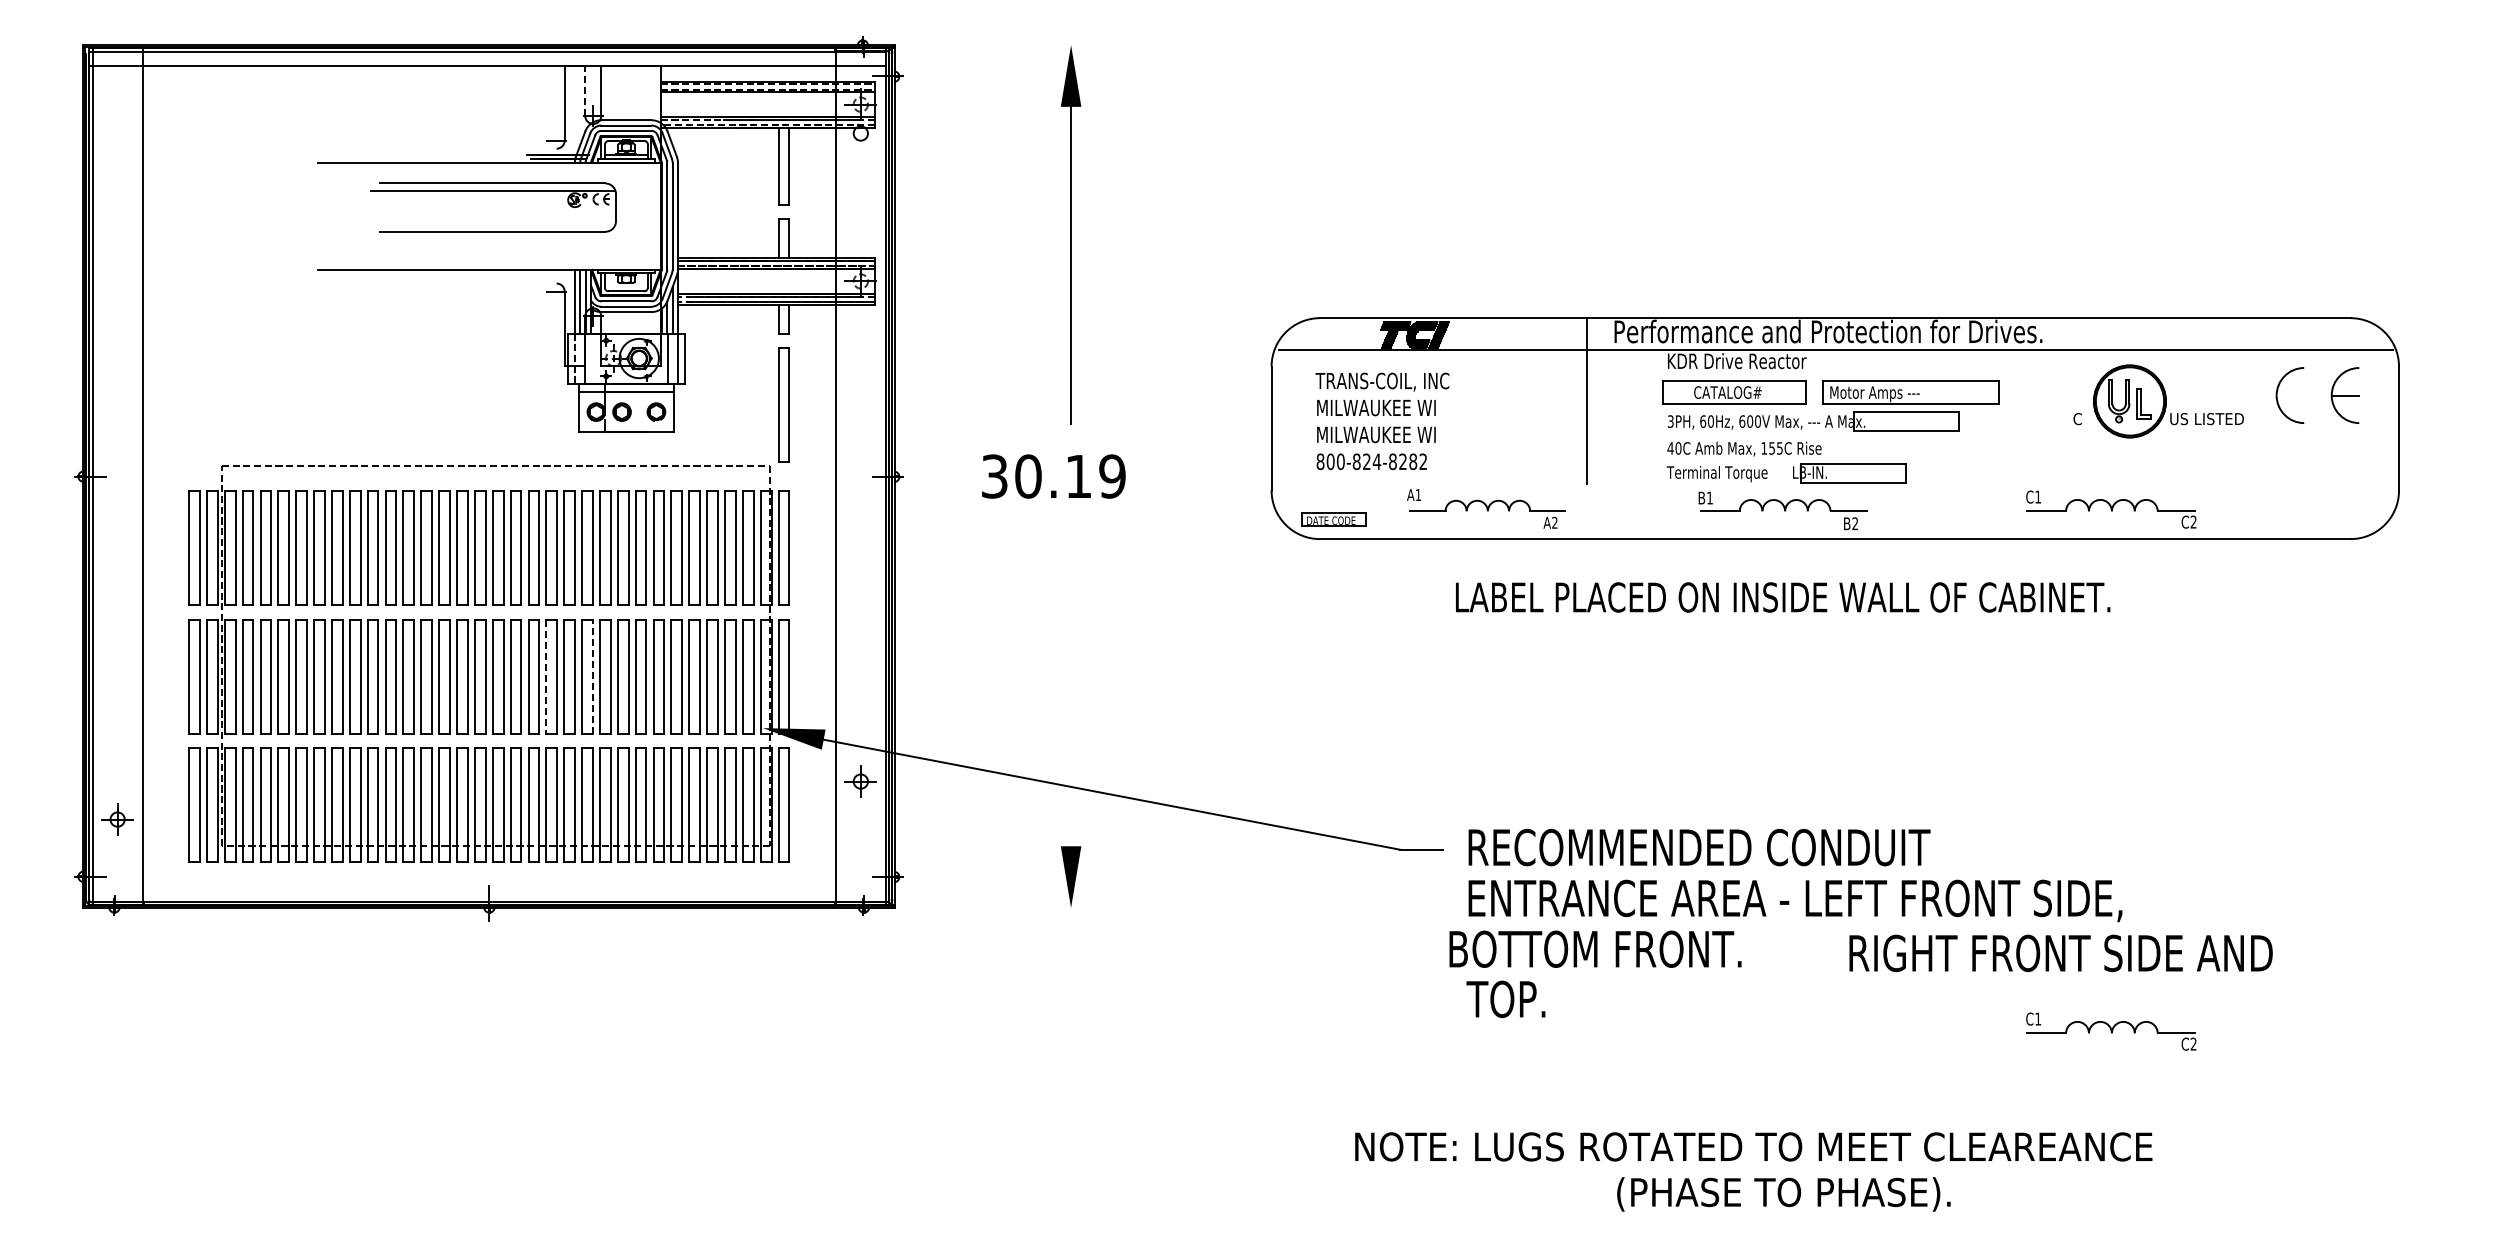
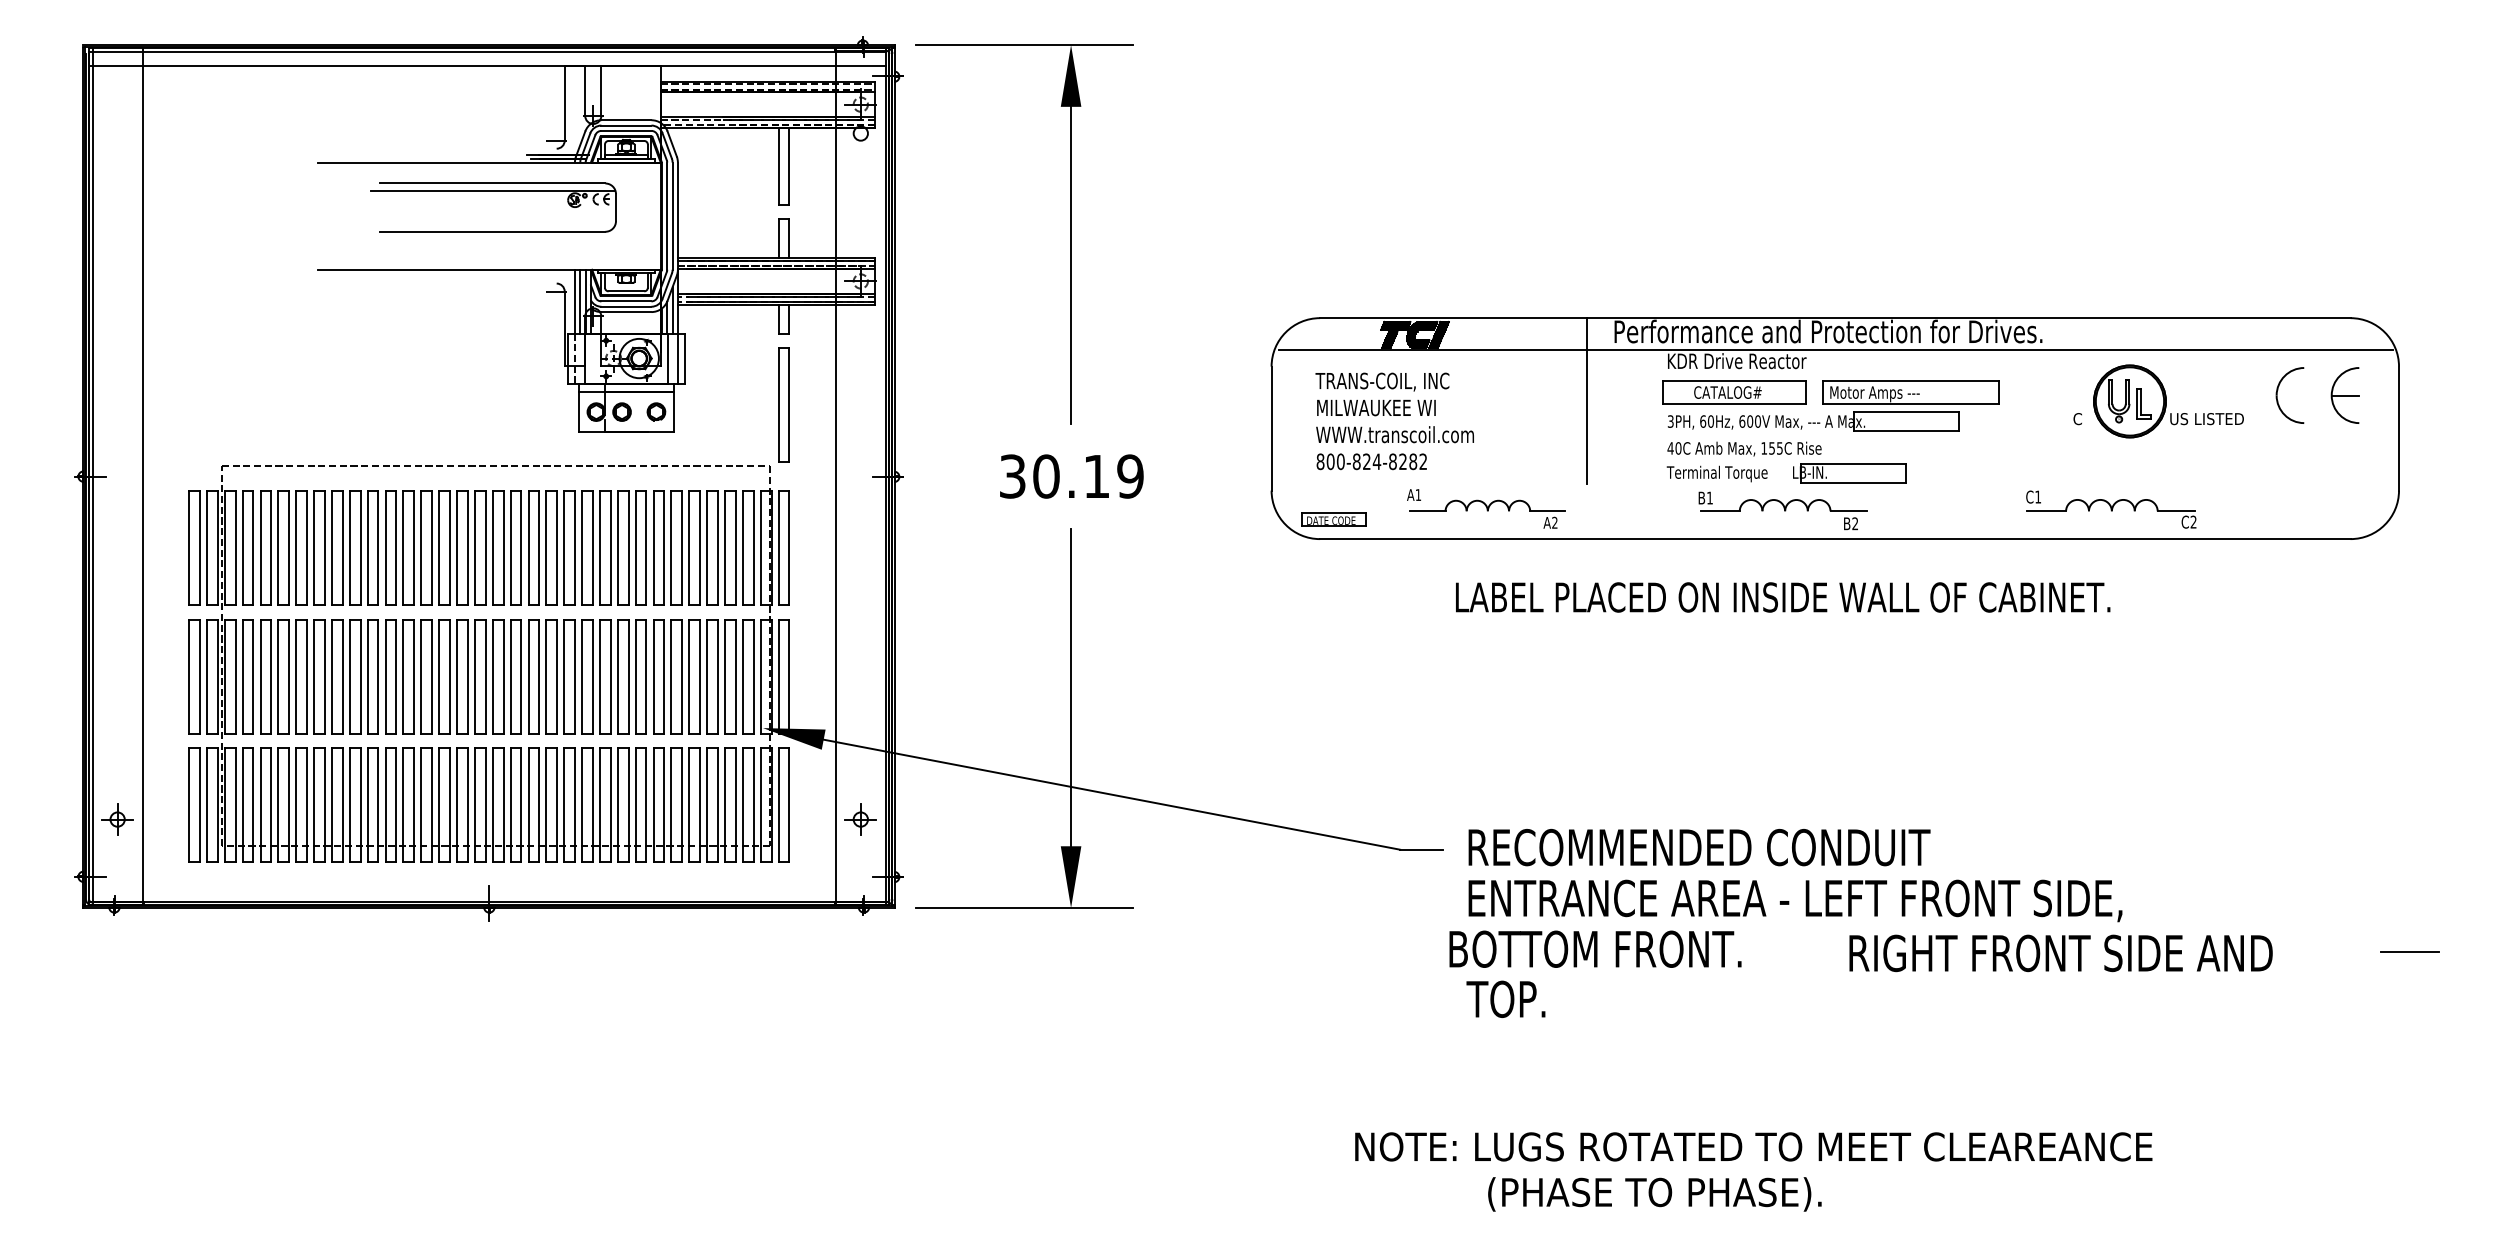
line at (1024, 45): none -> present
line at (585, 90): dashed -> solid
text at (1394, 434): MILWAUKEE WI -> WWW.transcoil.com
text at (1053, 476) position: (1053, 476) -> (1071, 476)
line at (592, 676): dashed -> solid
line at (546, 677): dashed -> solid
line at (1071, 687): none -> present
part at (860, 781) position: (860, 781) -> (860, 819)
line at (1024, 908): none -> present
line at (2409, 952): none -> present
part at (2111, 1031): present -> none
text at (1783, 1194) position: (1783, 1194) -> (1654, 1194)
